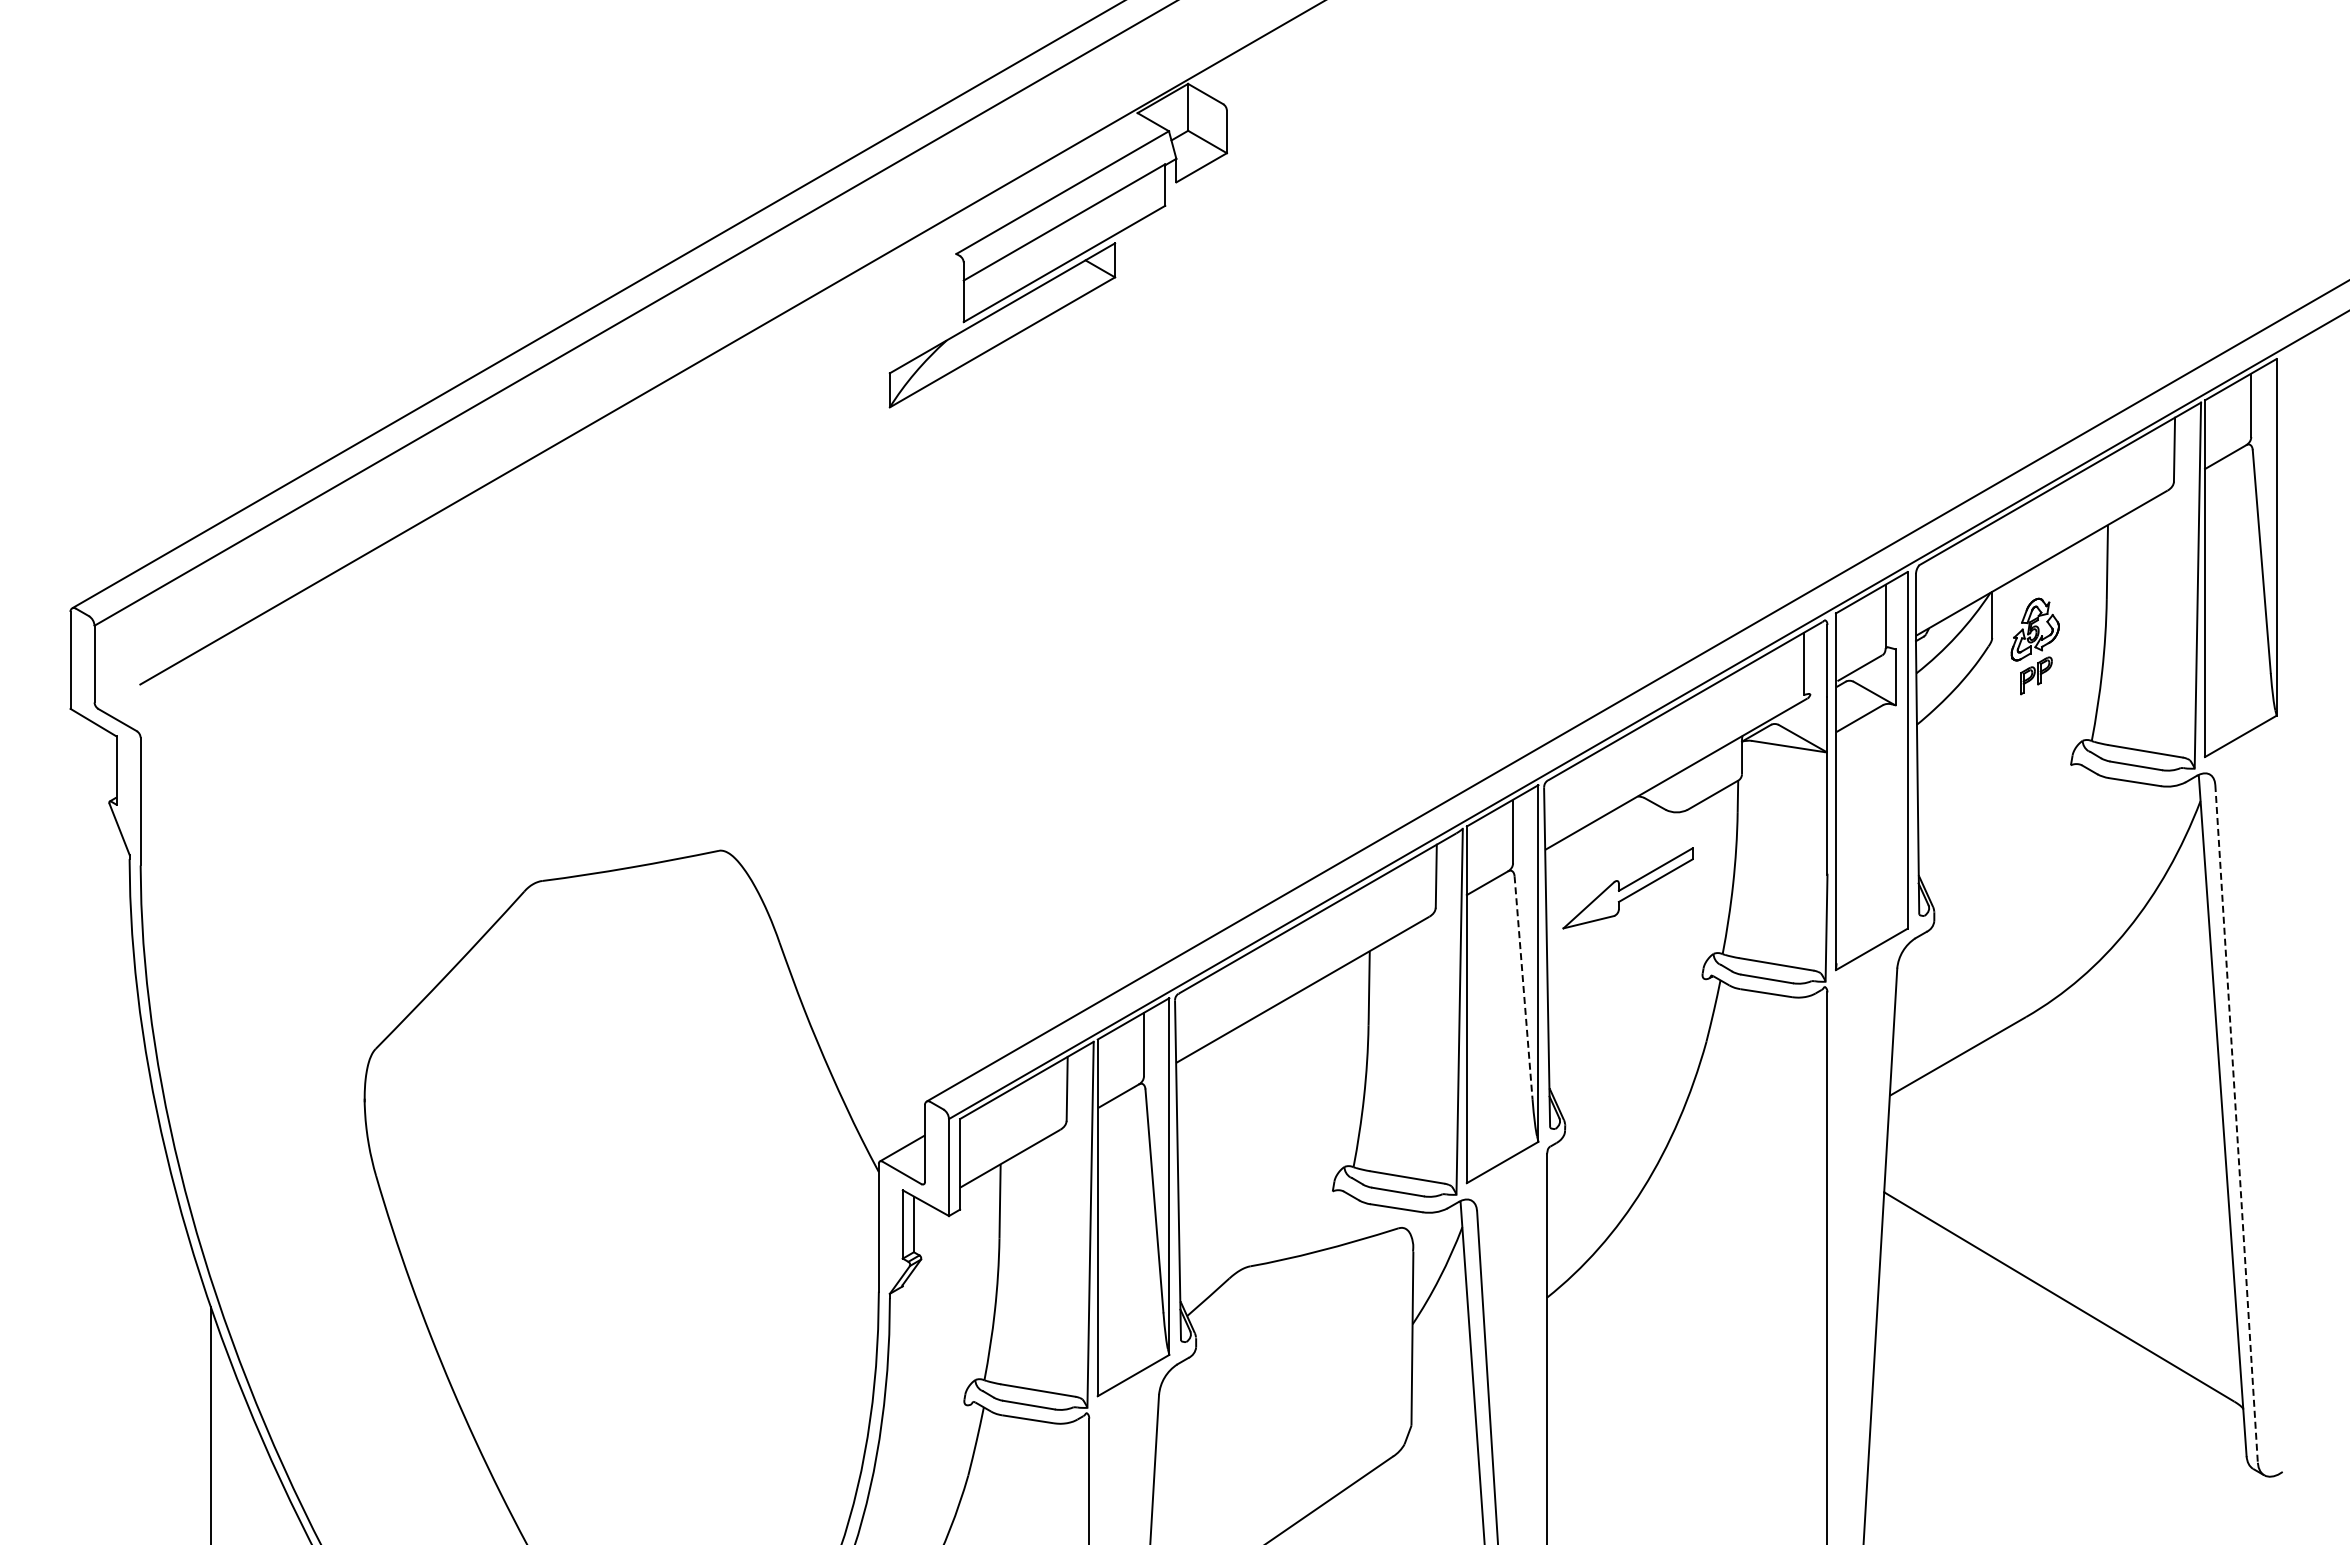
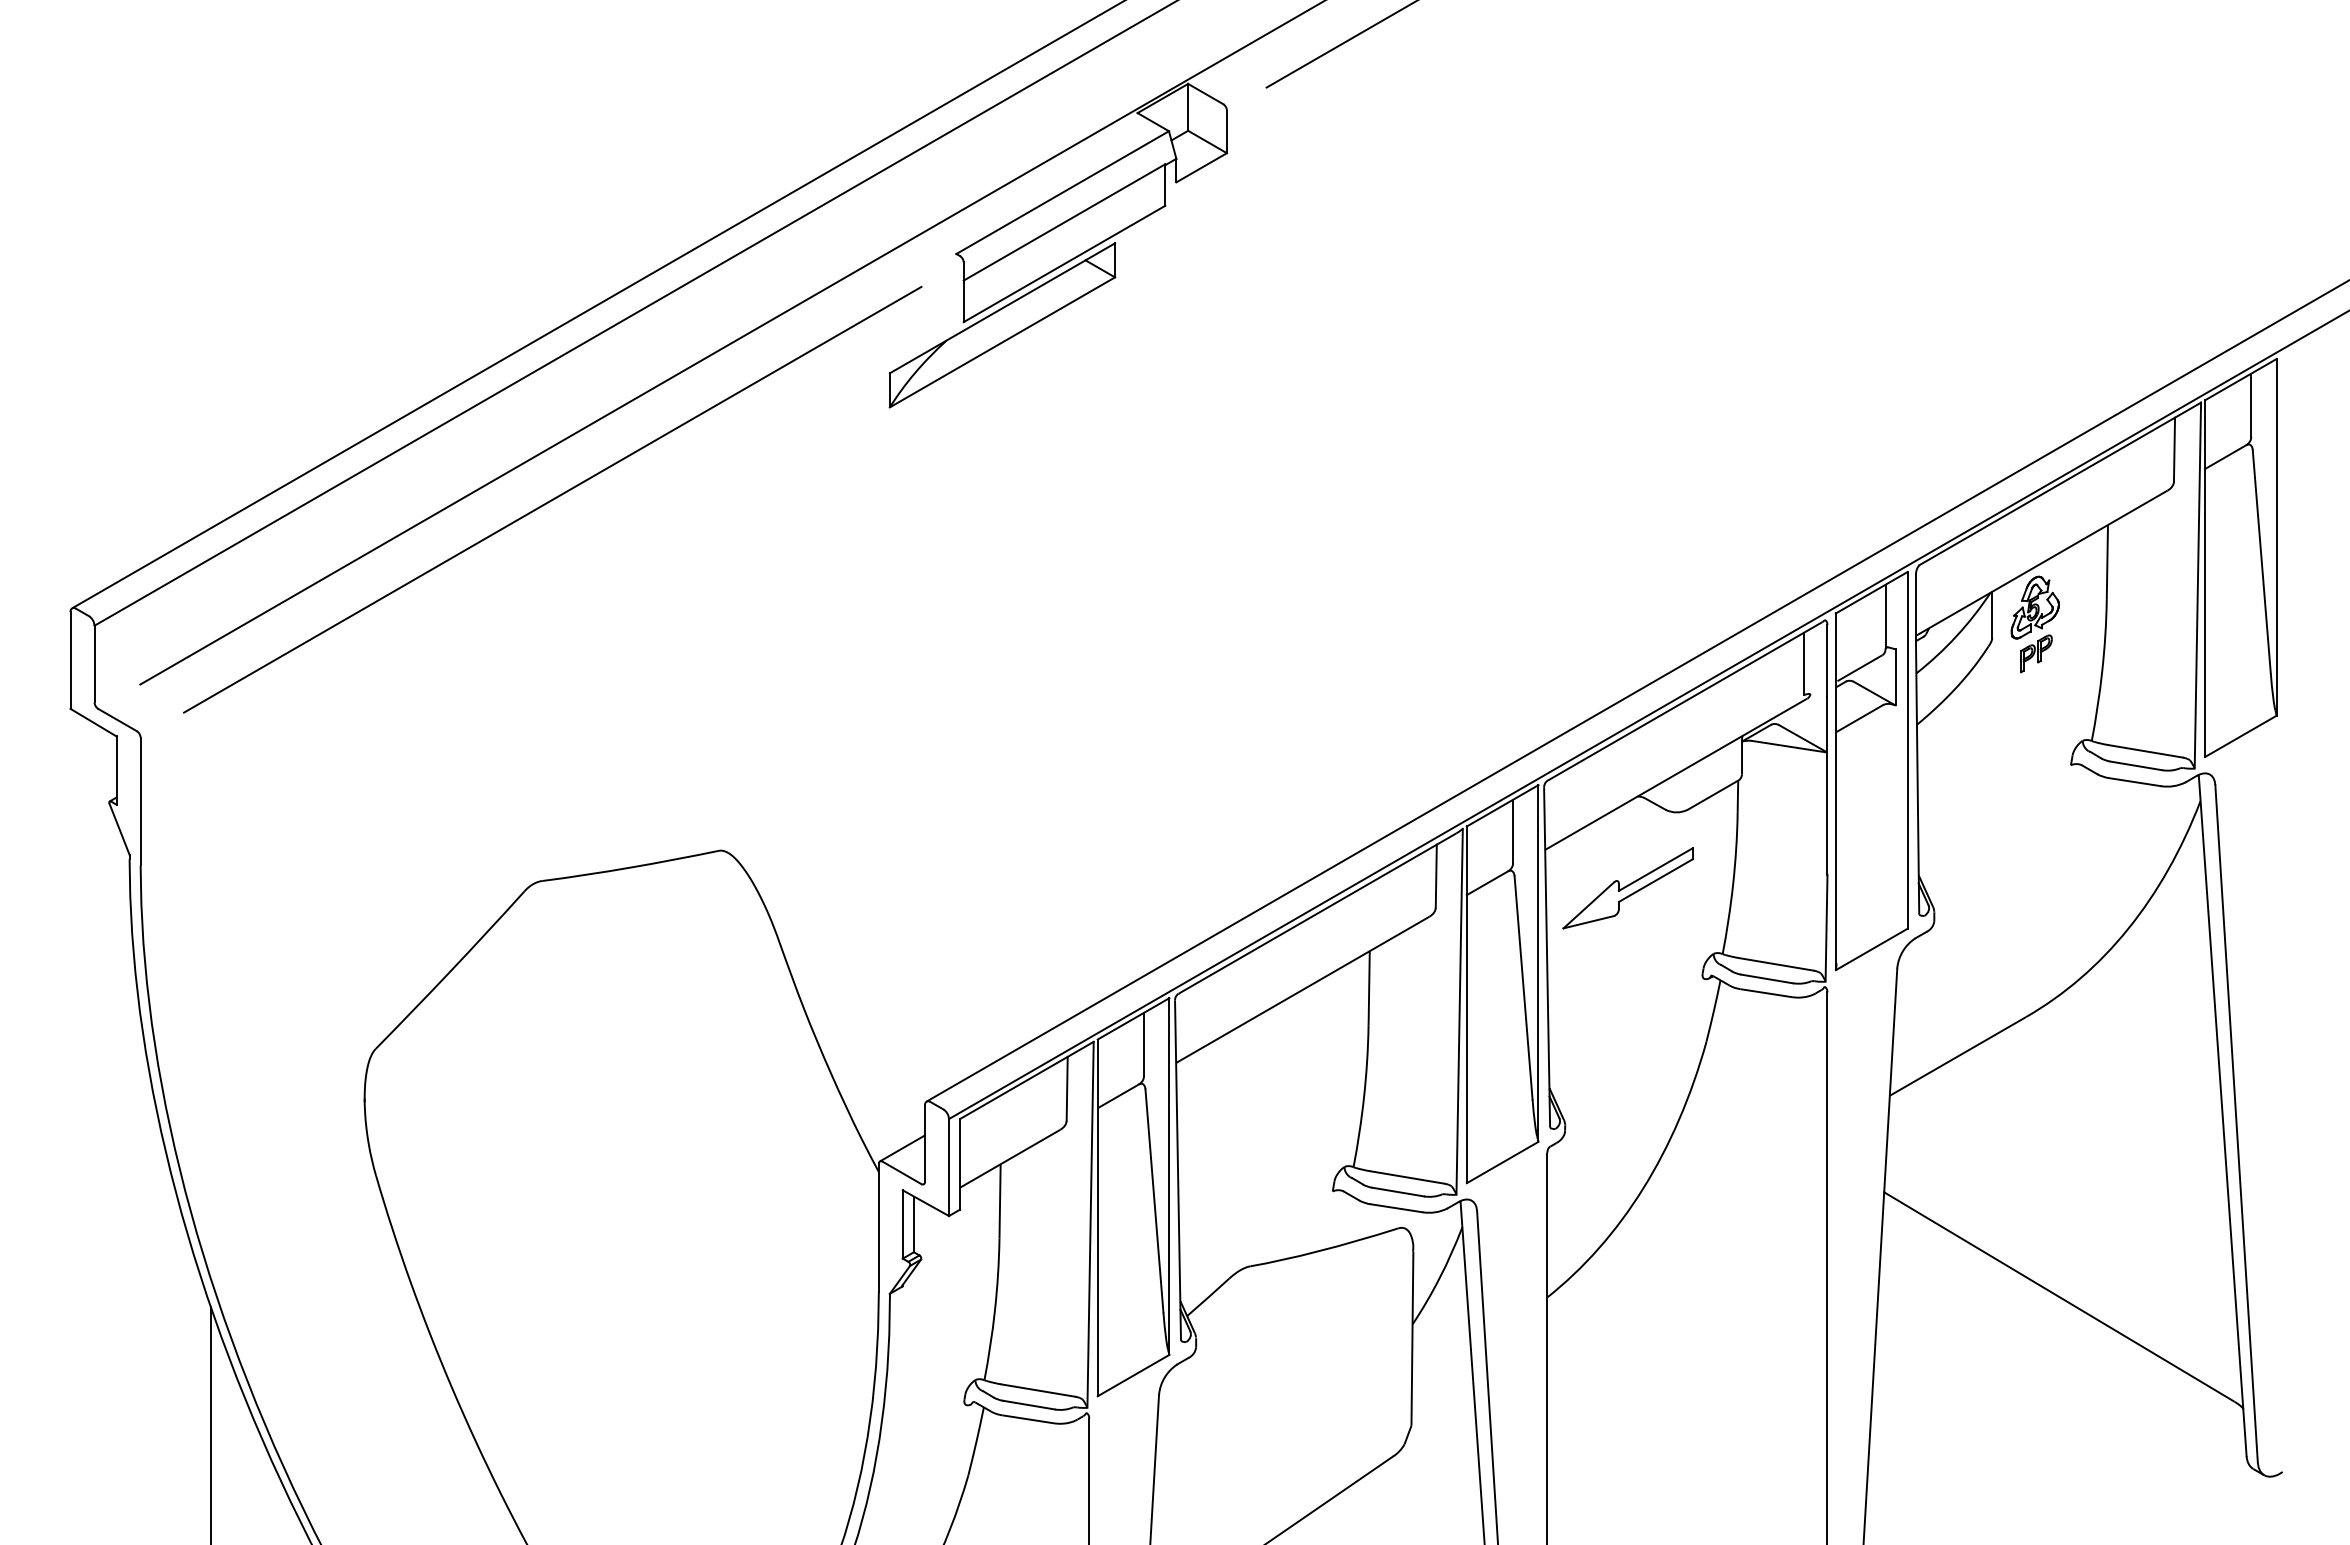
line at (1340, 44): none -> present
line at (552, 499): none -> present
part at (2034, 646) position: (2034, 646) -> (2034, 624)
line at (1523, 987): dashed -> solid
line at (2236, 1123): dashed -> solid
